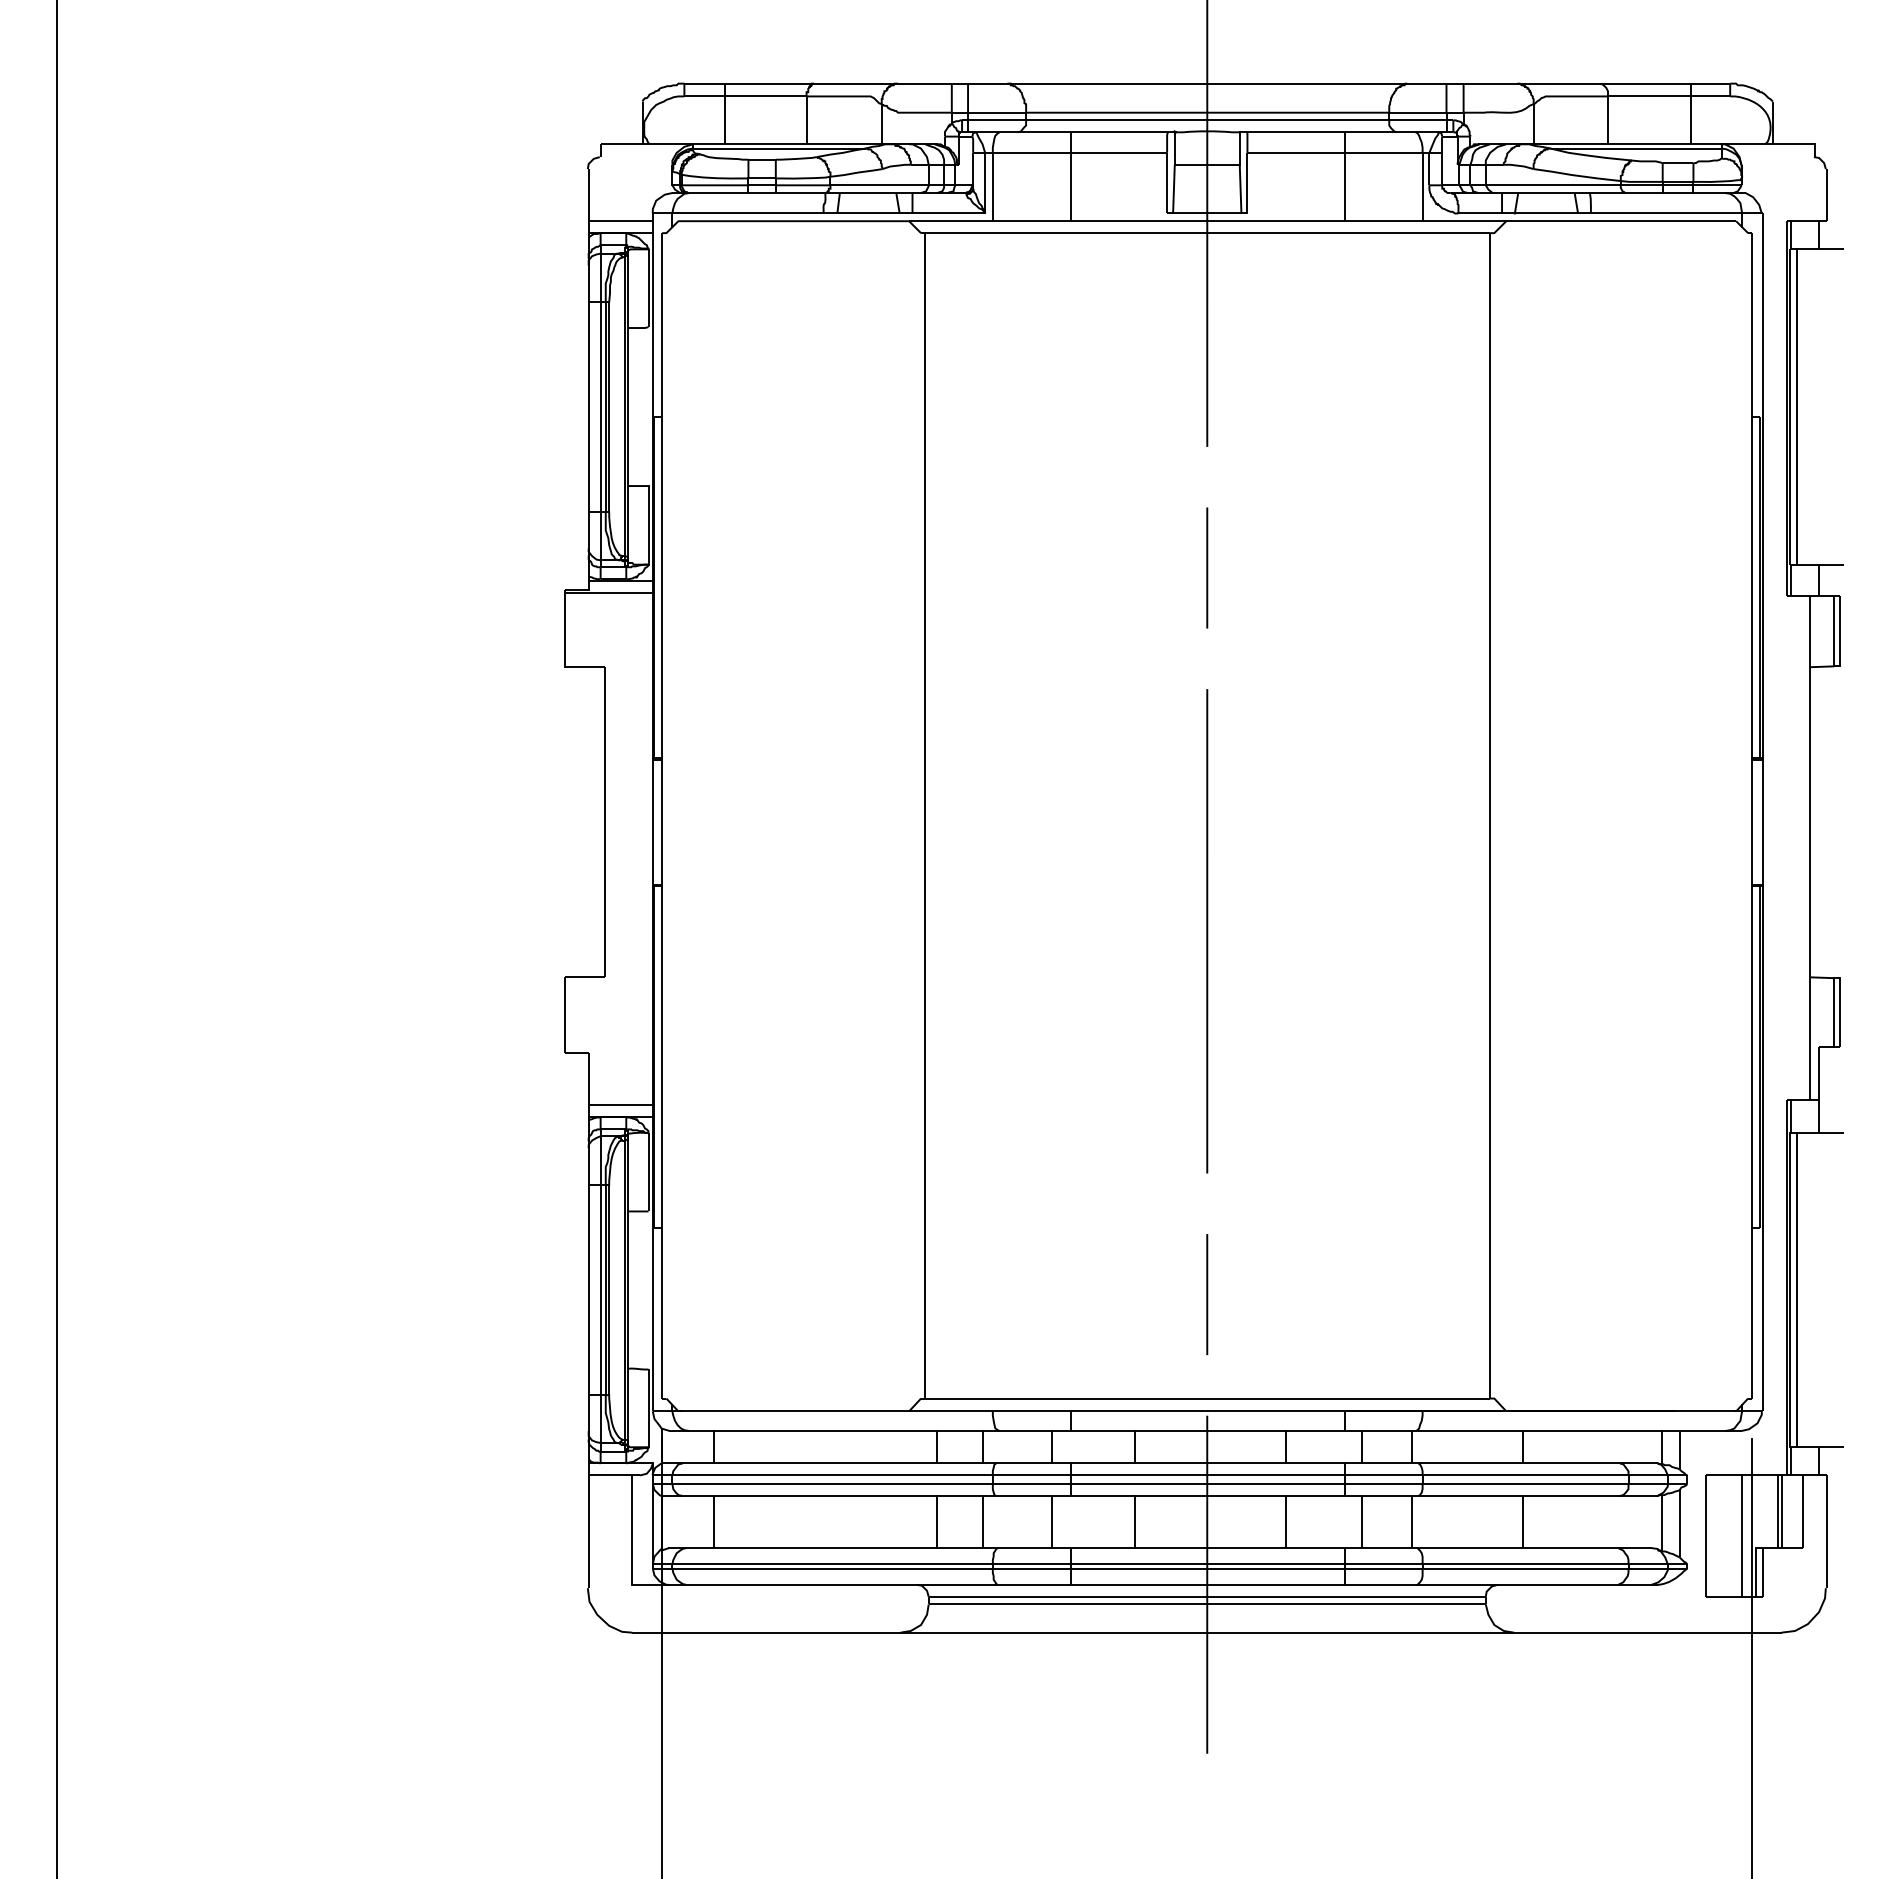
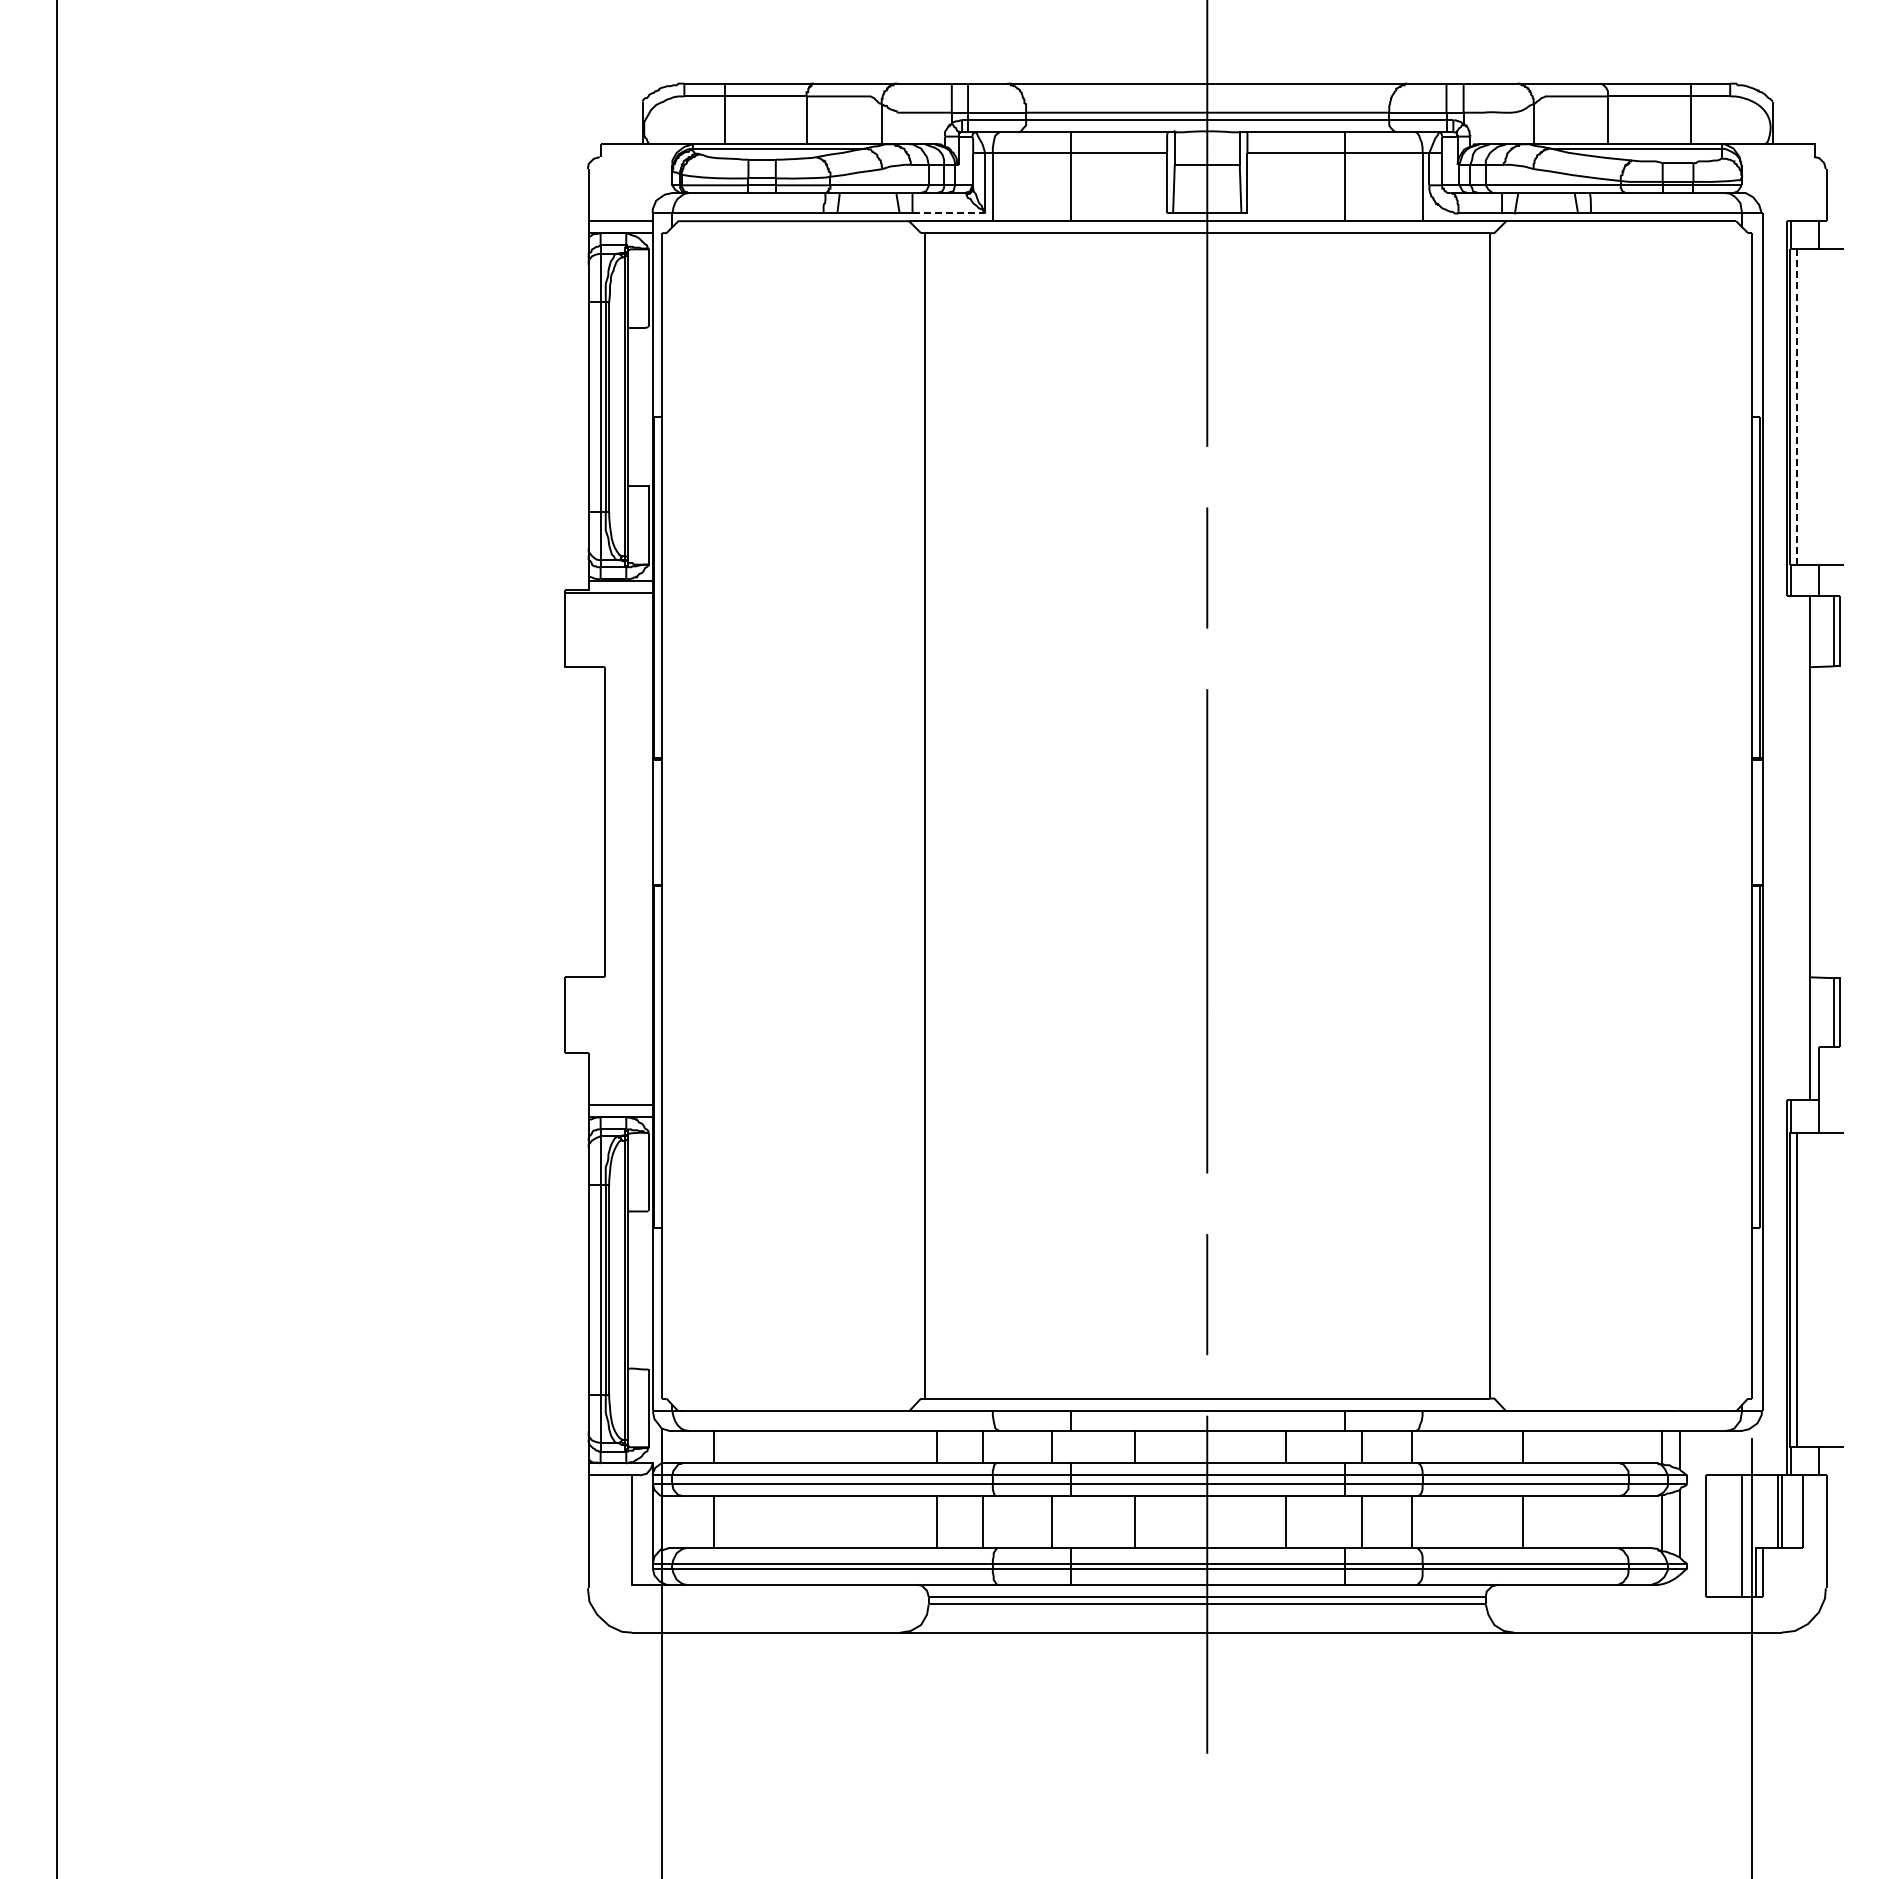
line at (949, 213): solid -> dashed
line at (1796, 407): solid -> dashed
